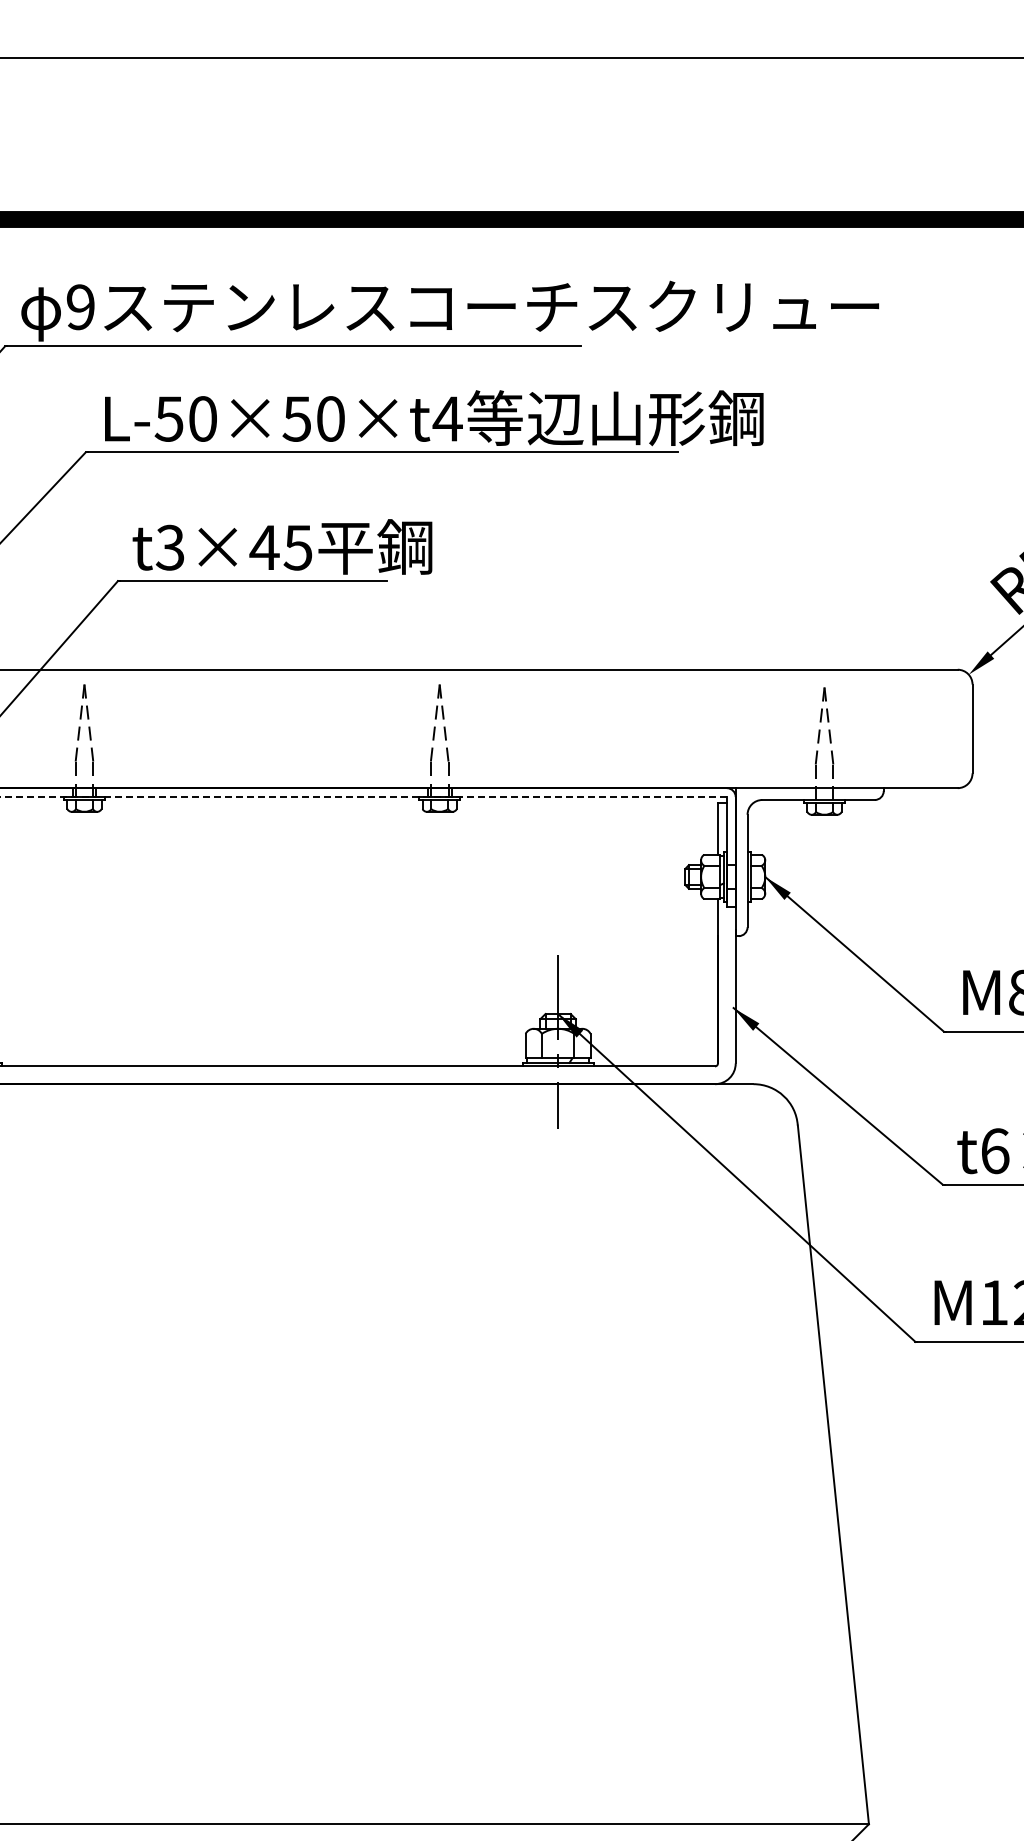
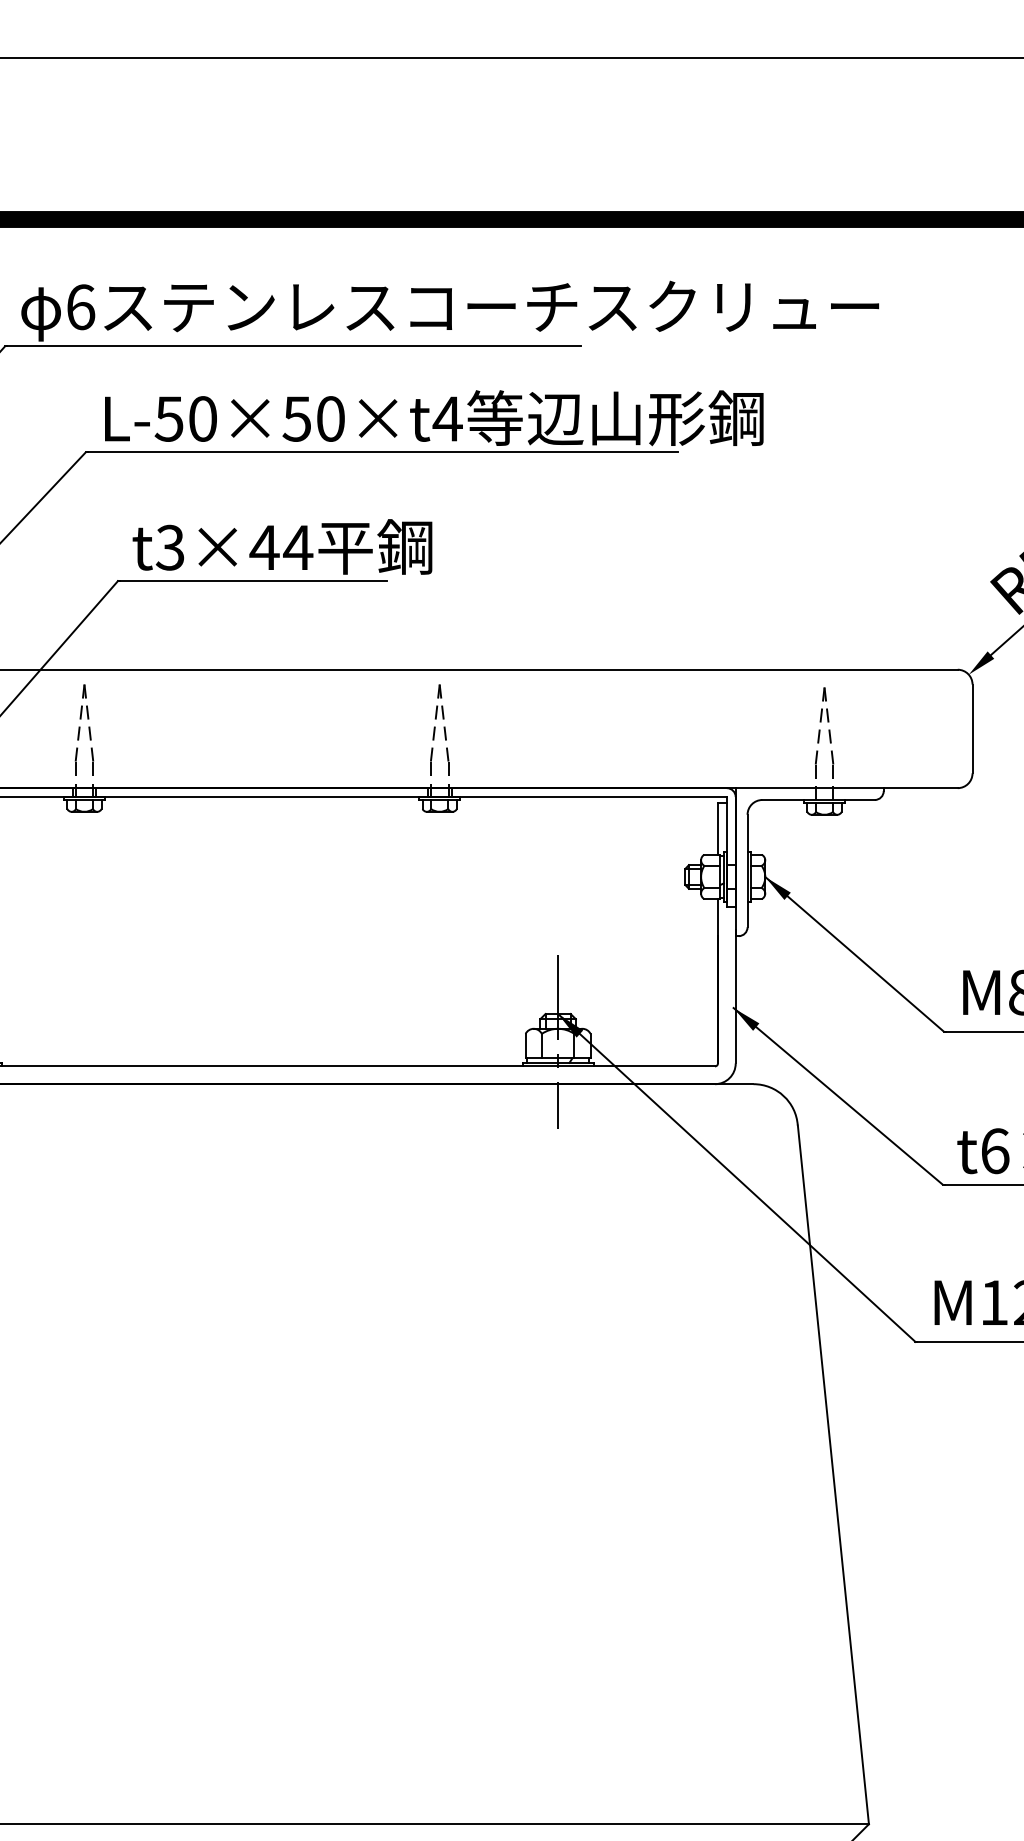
text at (80, 307): 9 -> 6
text at (298, 547): t3×45 -> t3×44
line at (363, 797): dashed -> solid
